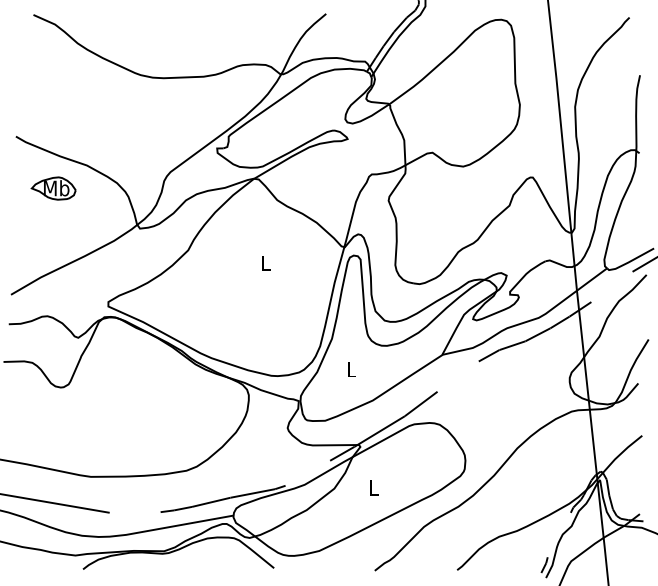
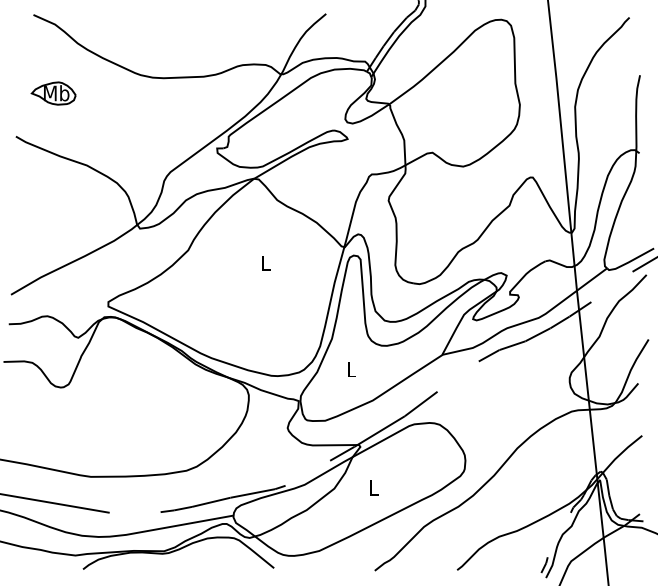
part at (53, 188) position: (53, 188) -> (53, 93)
